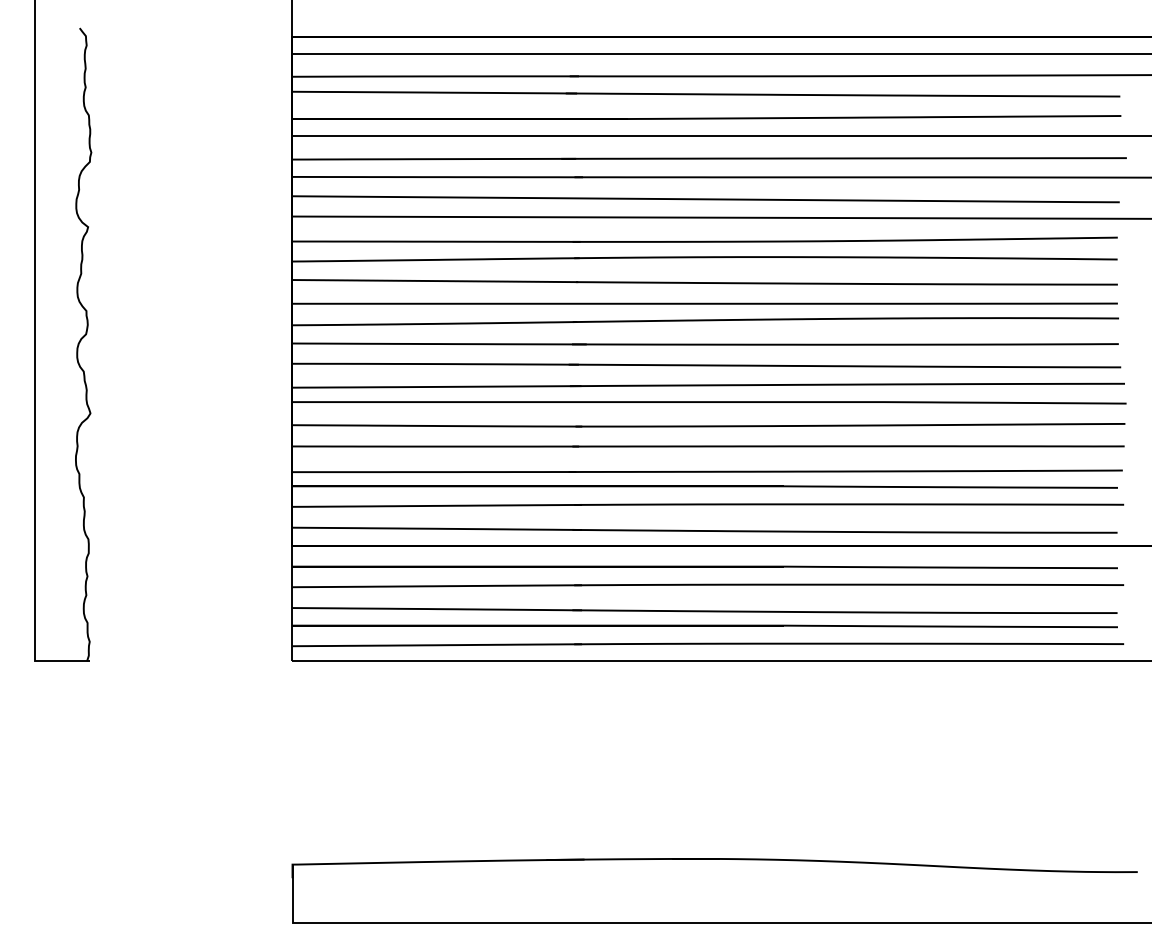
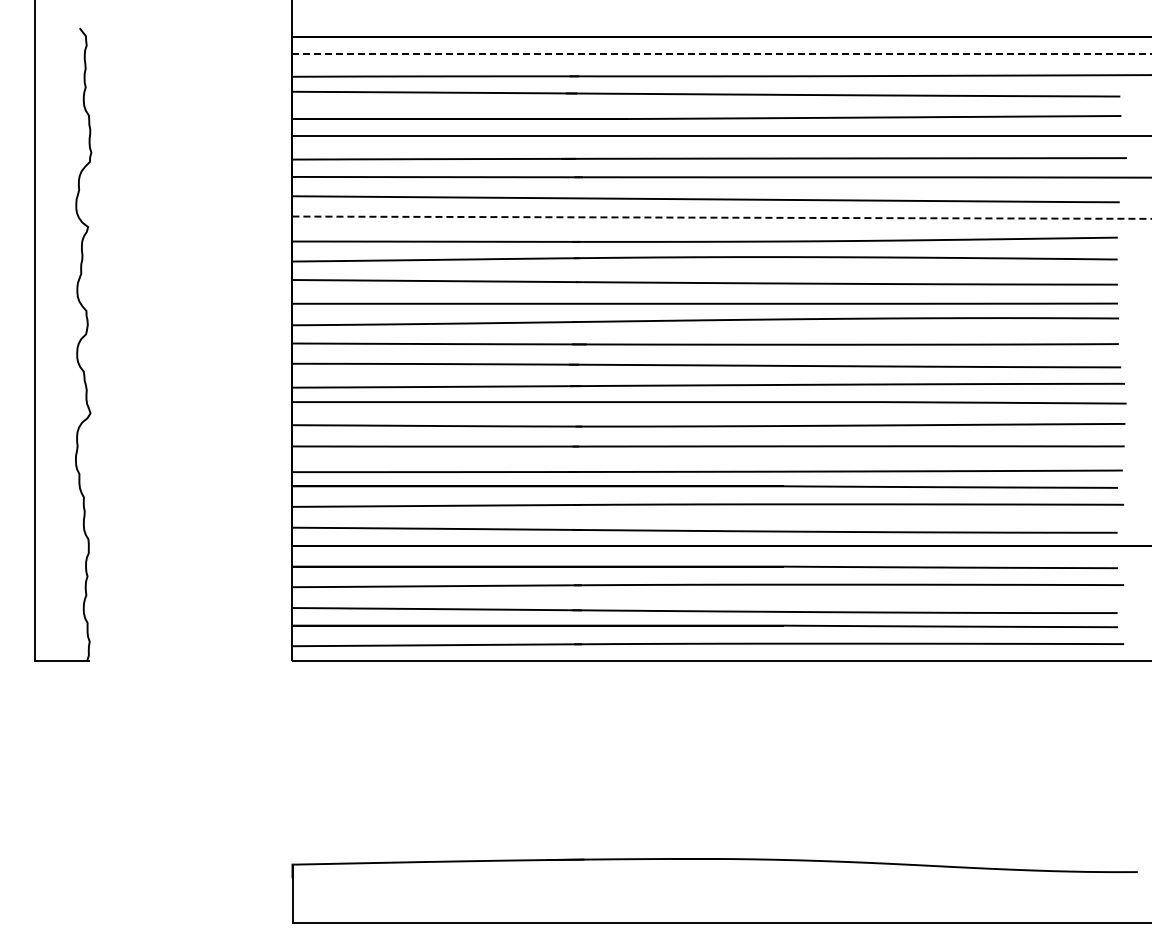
line at (722, 53): solid -> dashed
line at (722, 217): solid -> dashed
